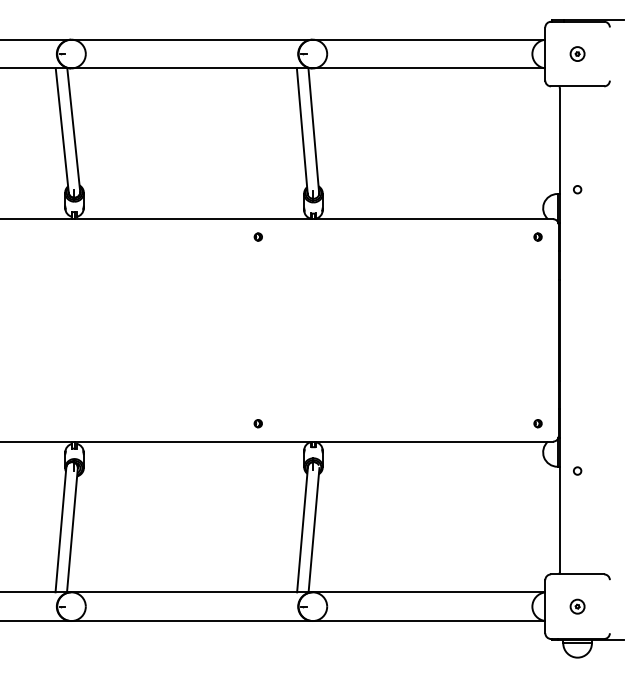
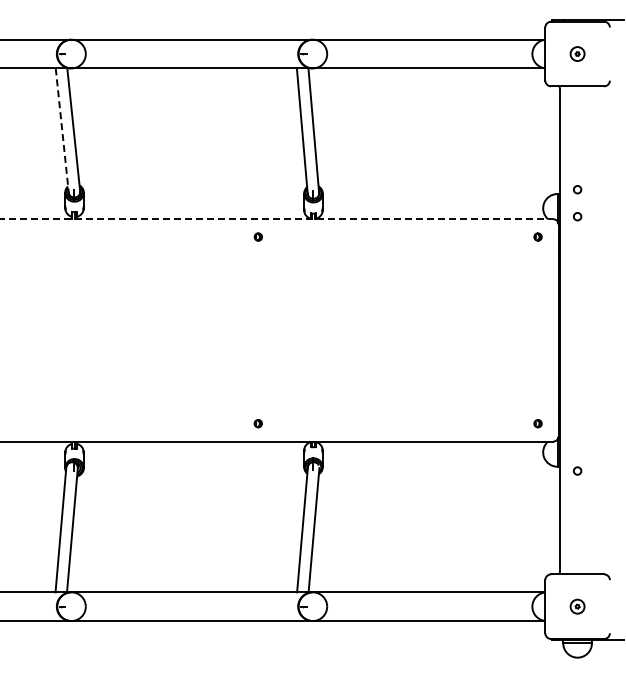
line at (62, 130): solid -> dashed
circle at (577, 216): none -> present
line at (277, 219): solid -> dashed
